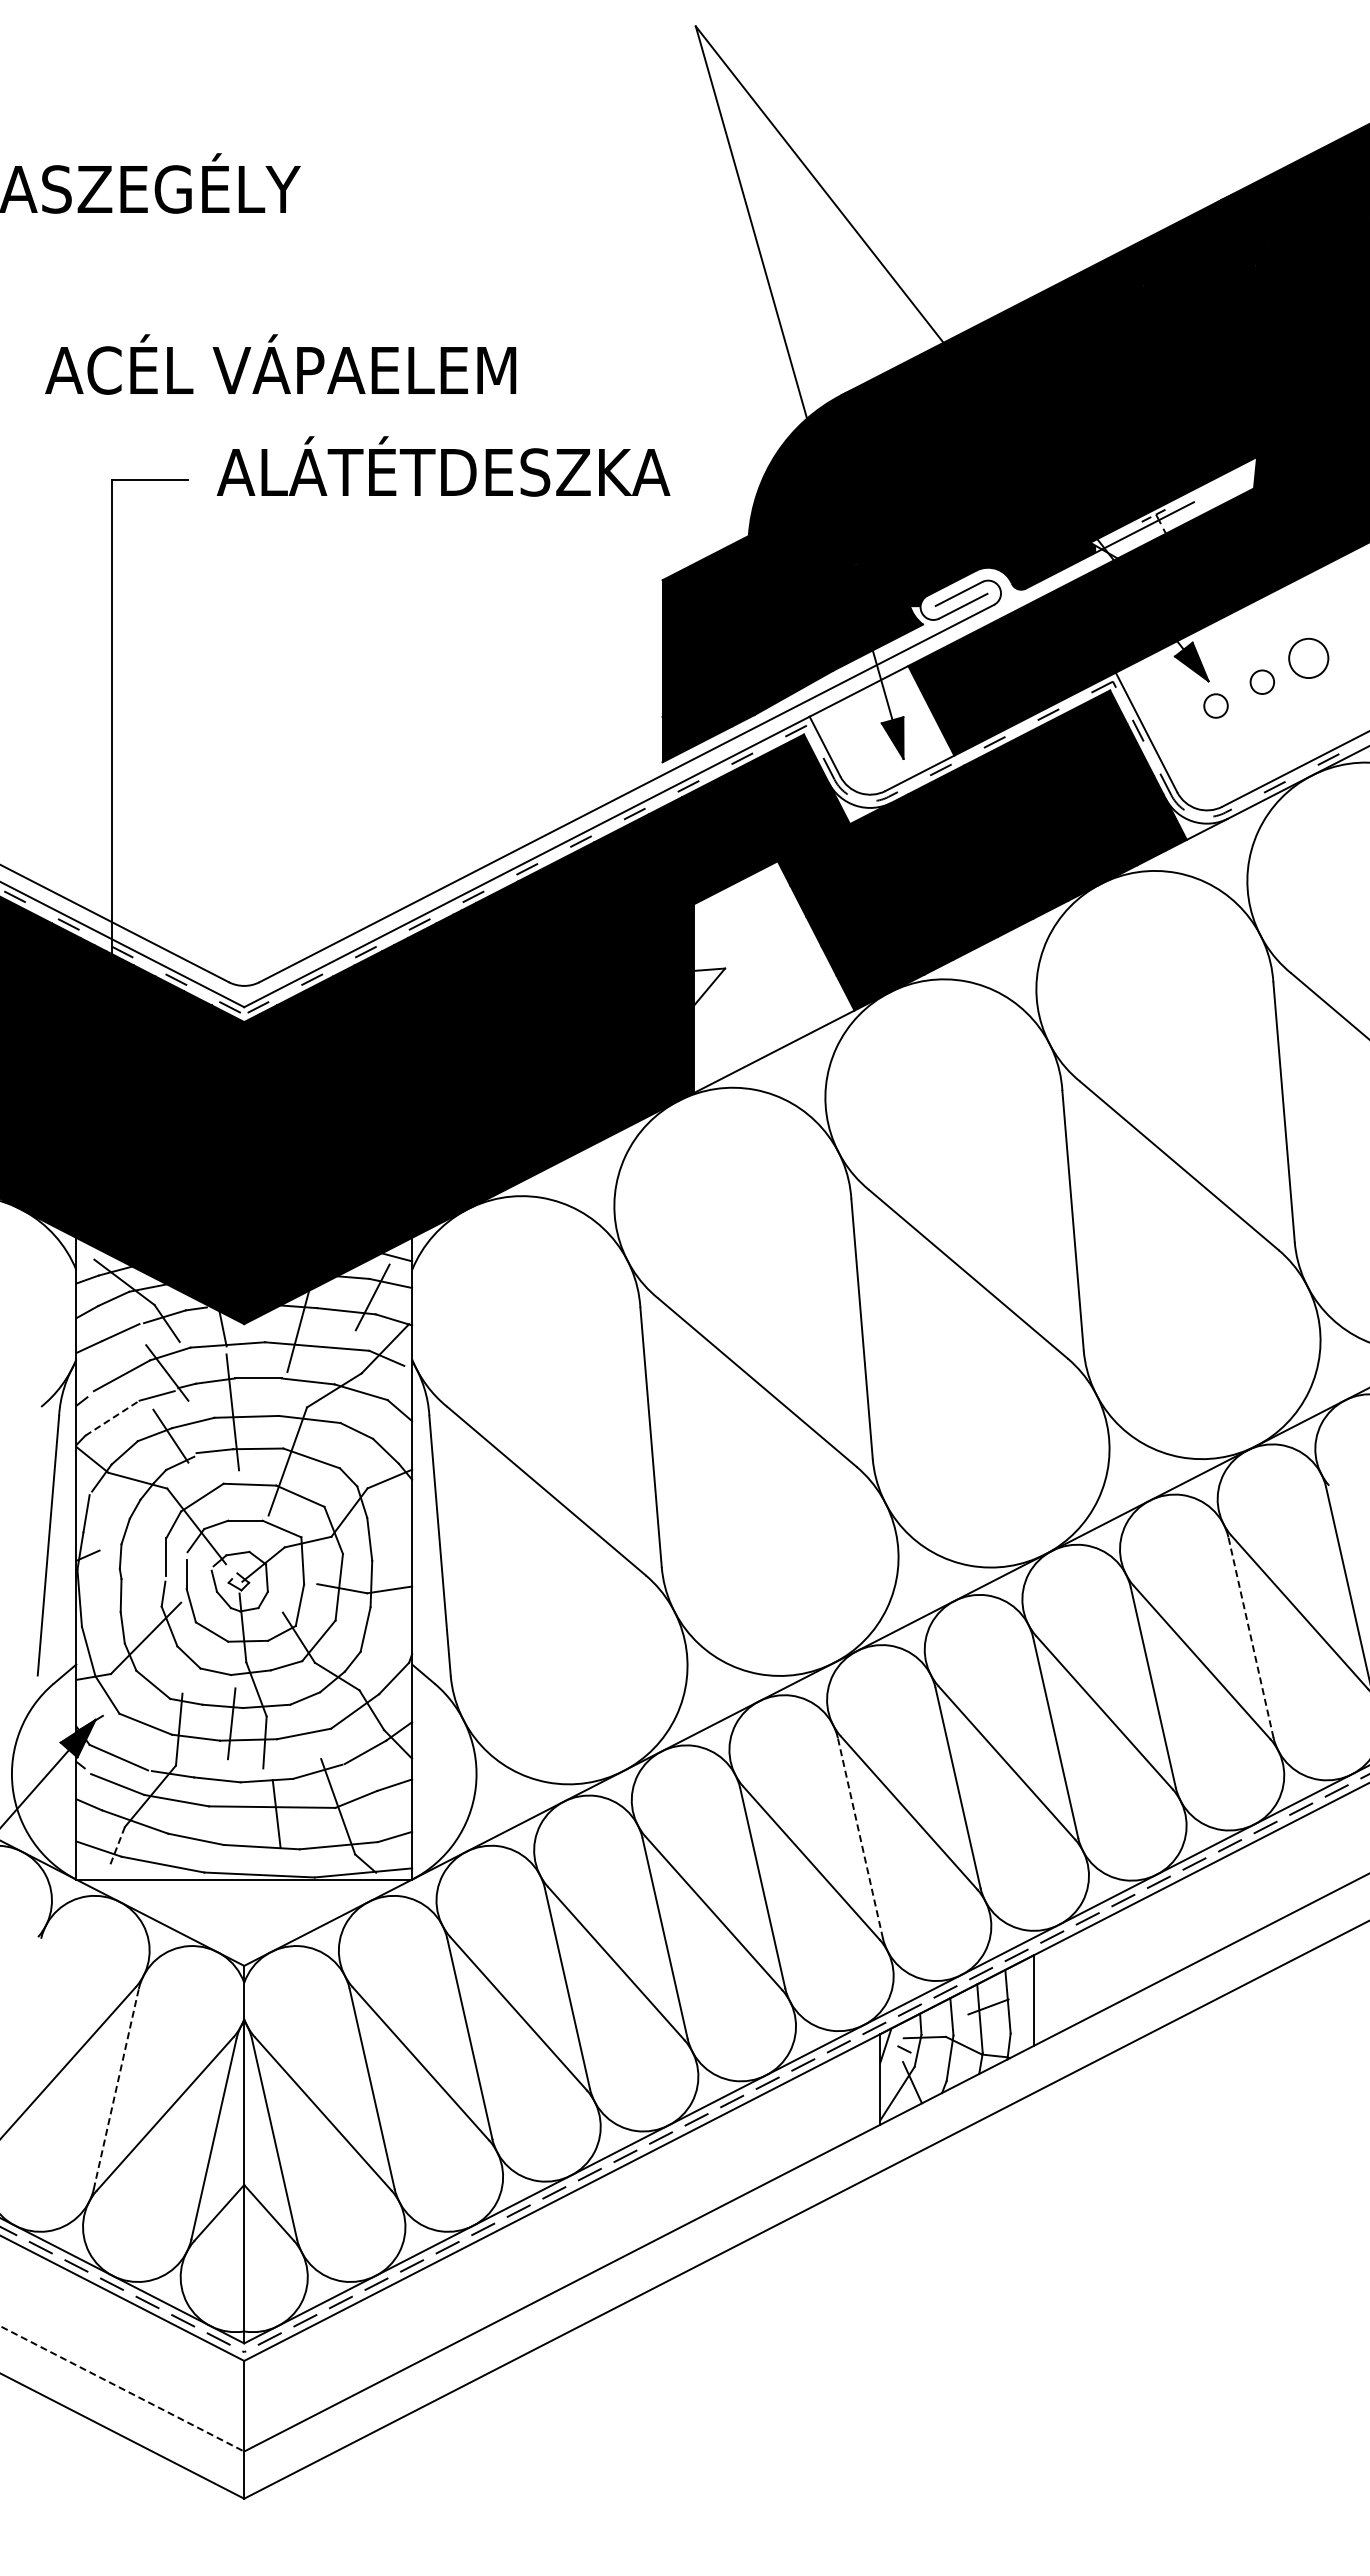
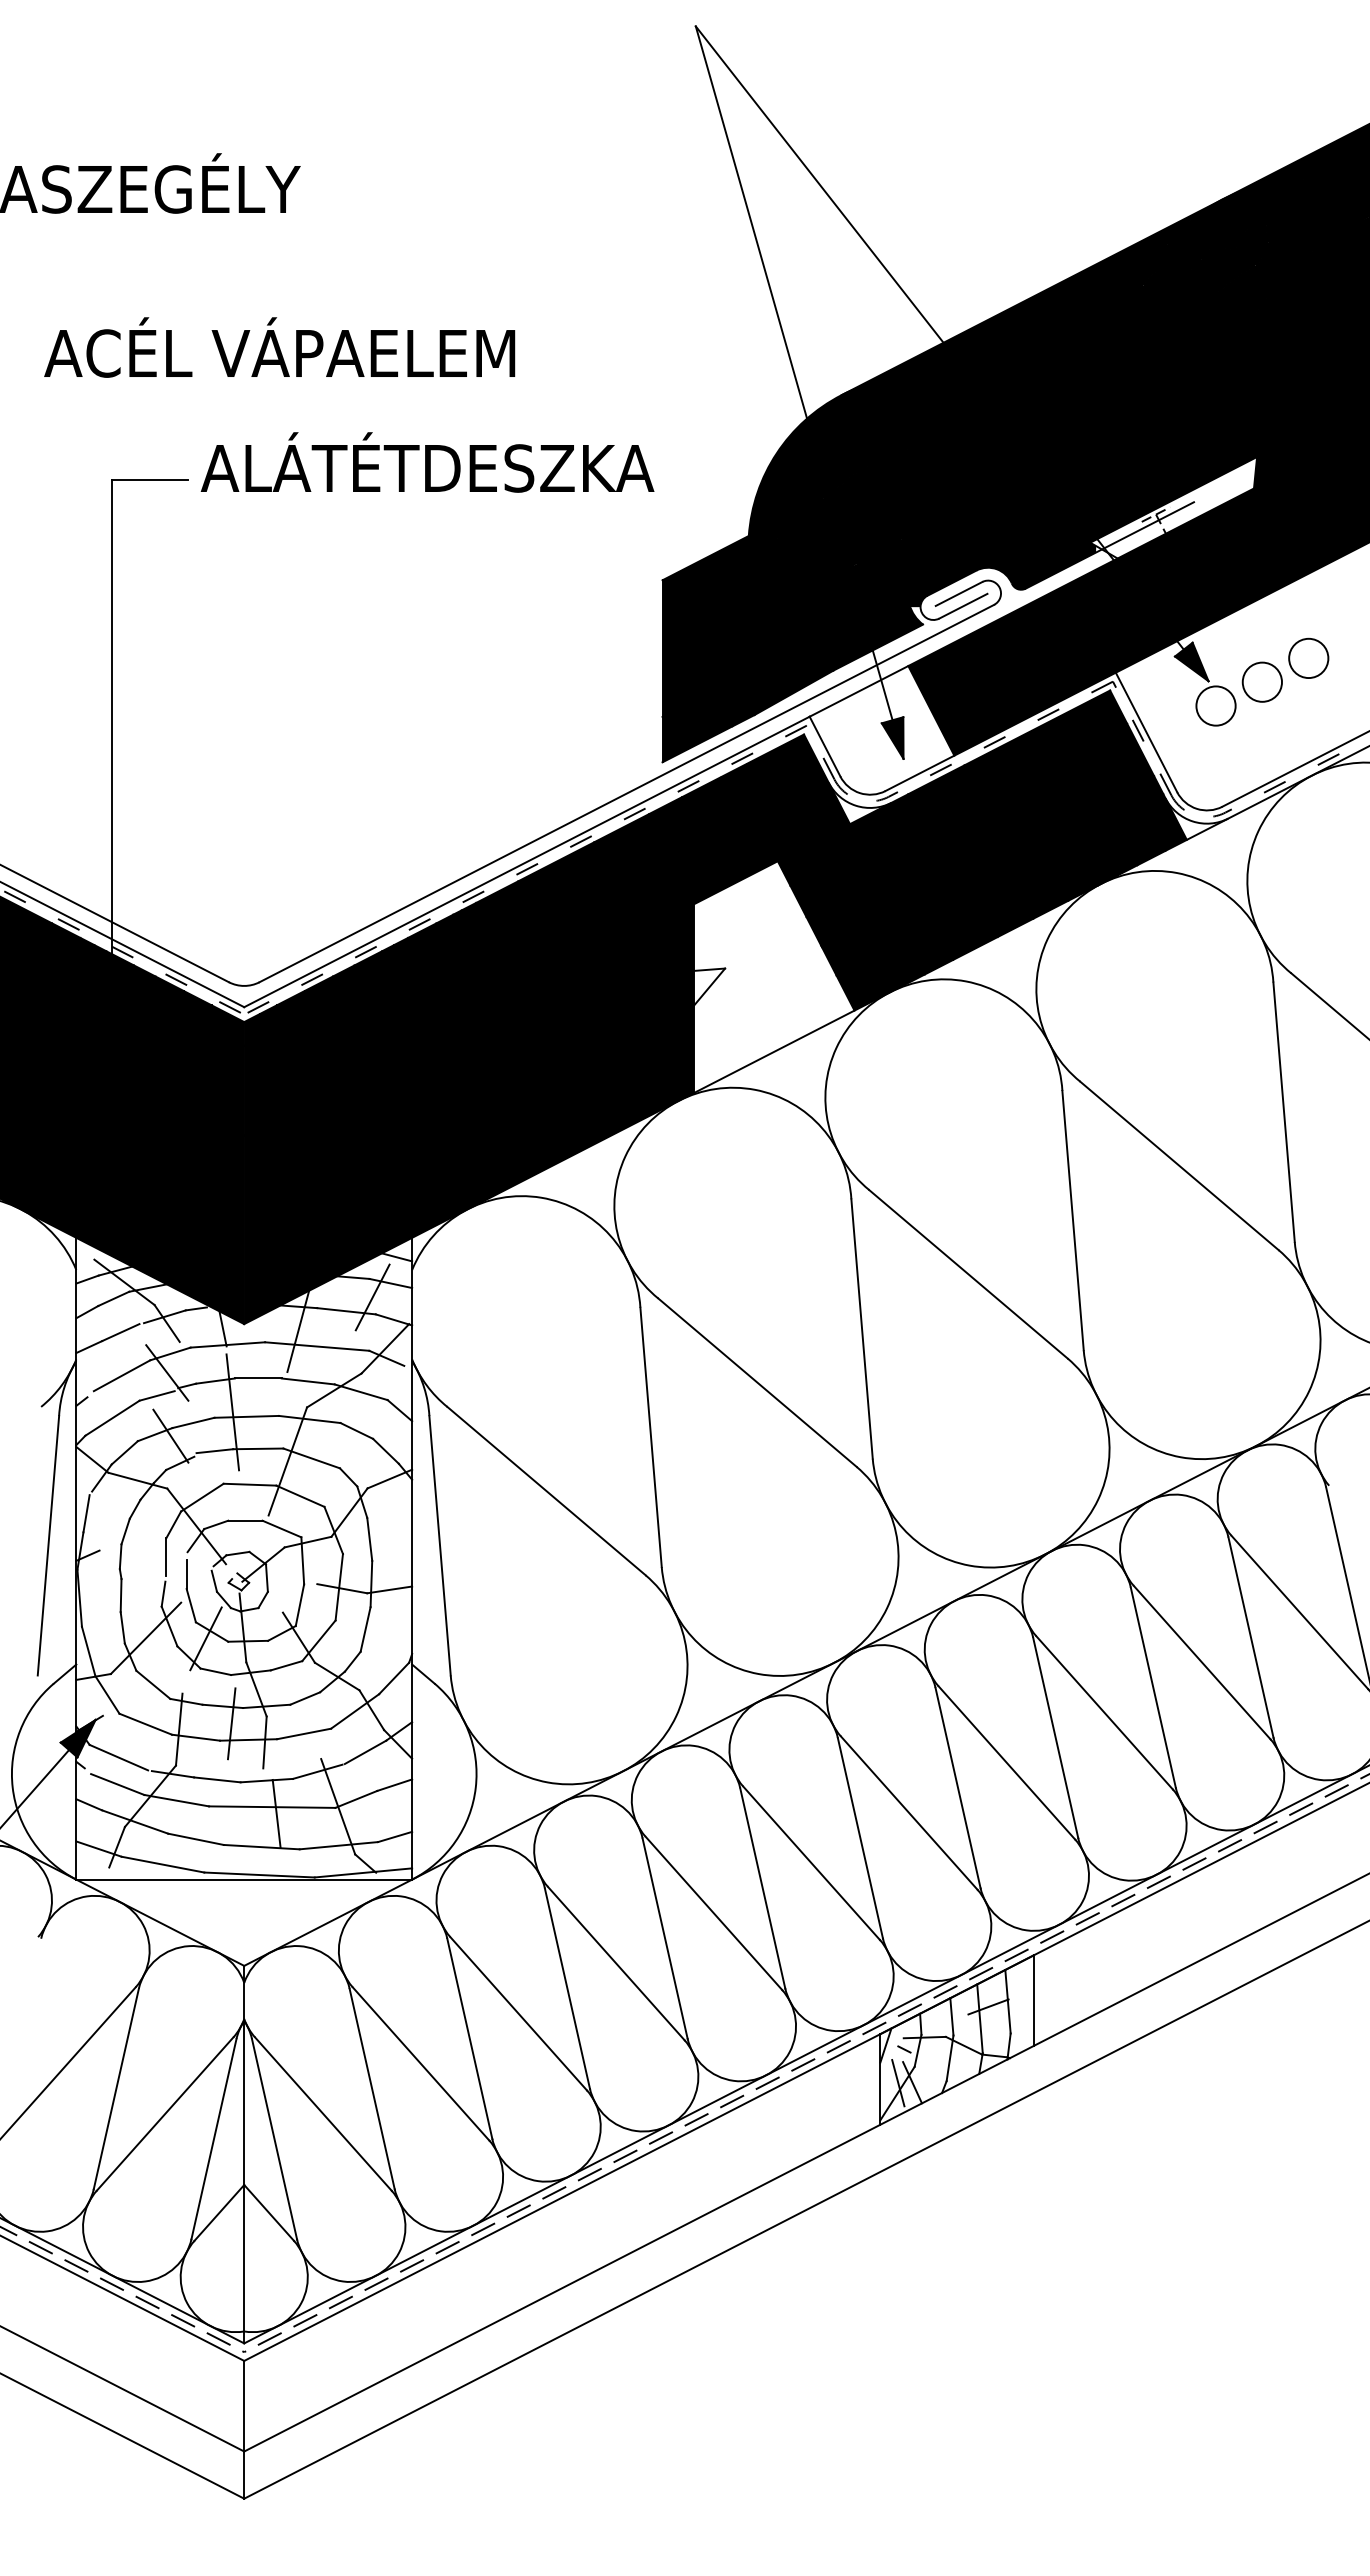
text at (280, 364) position: (280, 364) -> (279, 347)
text at (443, 466) position: (443, 466) -> (427, 462)
circle at (1262, 682) diameter: 24 px -> 39 px
circle at (1215, 705) diameter: 24 px -> 39 px
line at (112, 1417): dashed -> solid
line at (1251, 1637): dashed -> solid
line at (205, 1638): none -> present
line at (860, 1838): dashed -> solid
line at (117, 1847): dashed -> solid
line at (898, 2083): none -> present
line at (116, 2089): dashed -> solid
line at (122, 2388): dashed -> solid
